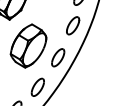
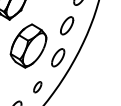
part at (73, 25) position: (73, 25) -> (67, 25)
part at (37, 86) size: 15x20 px -> 10x13 px
